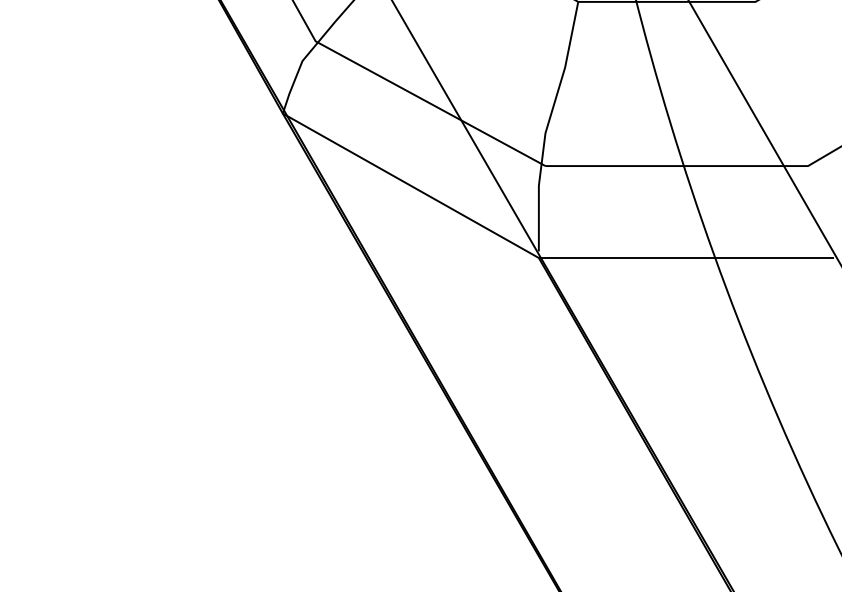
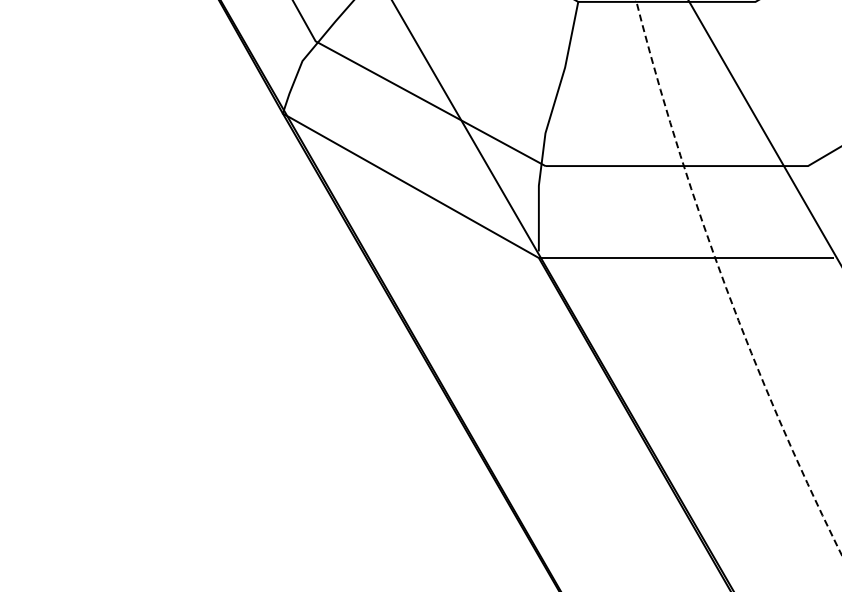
line at (724, 282): solid -> dashed
